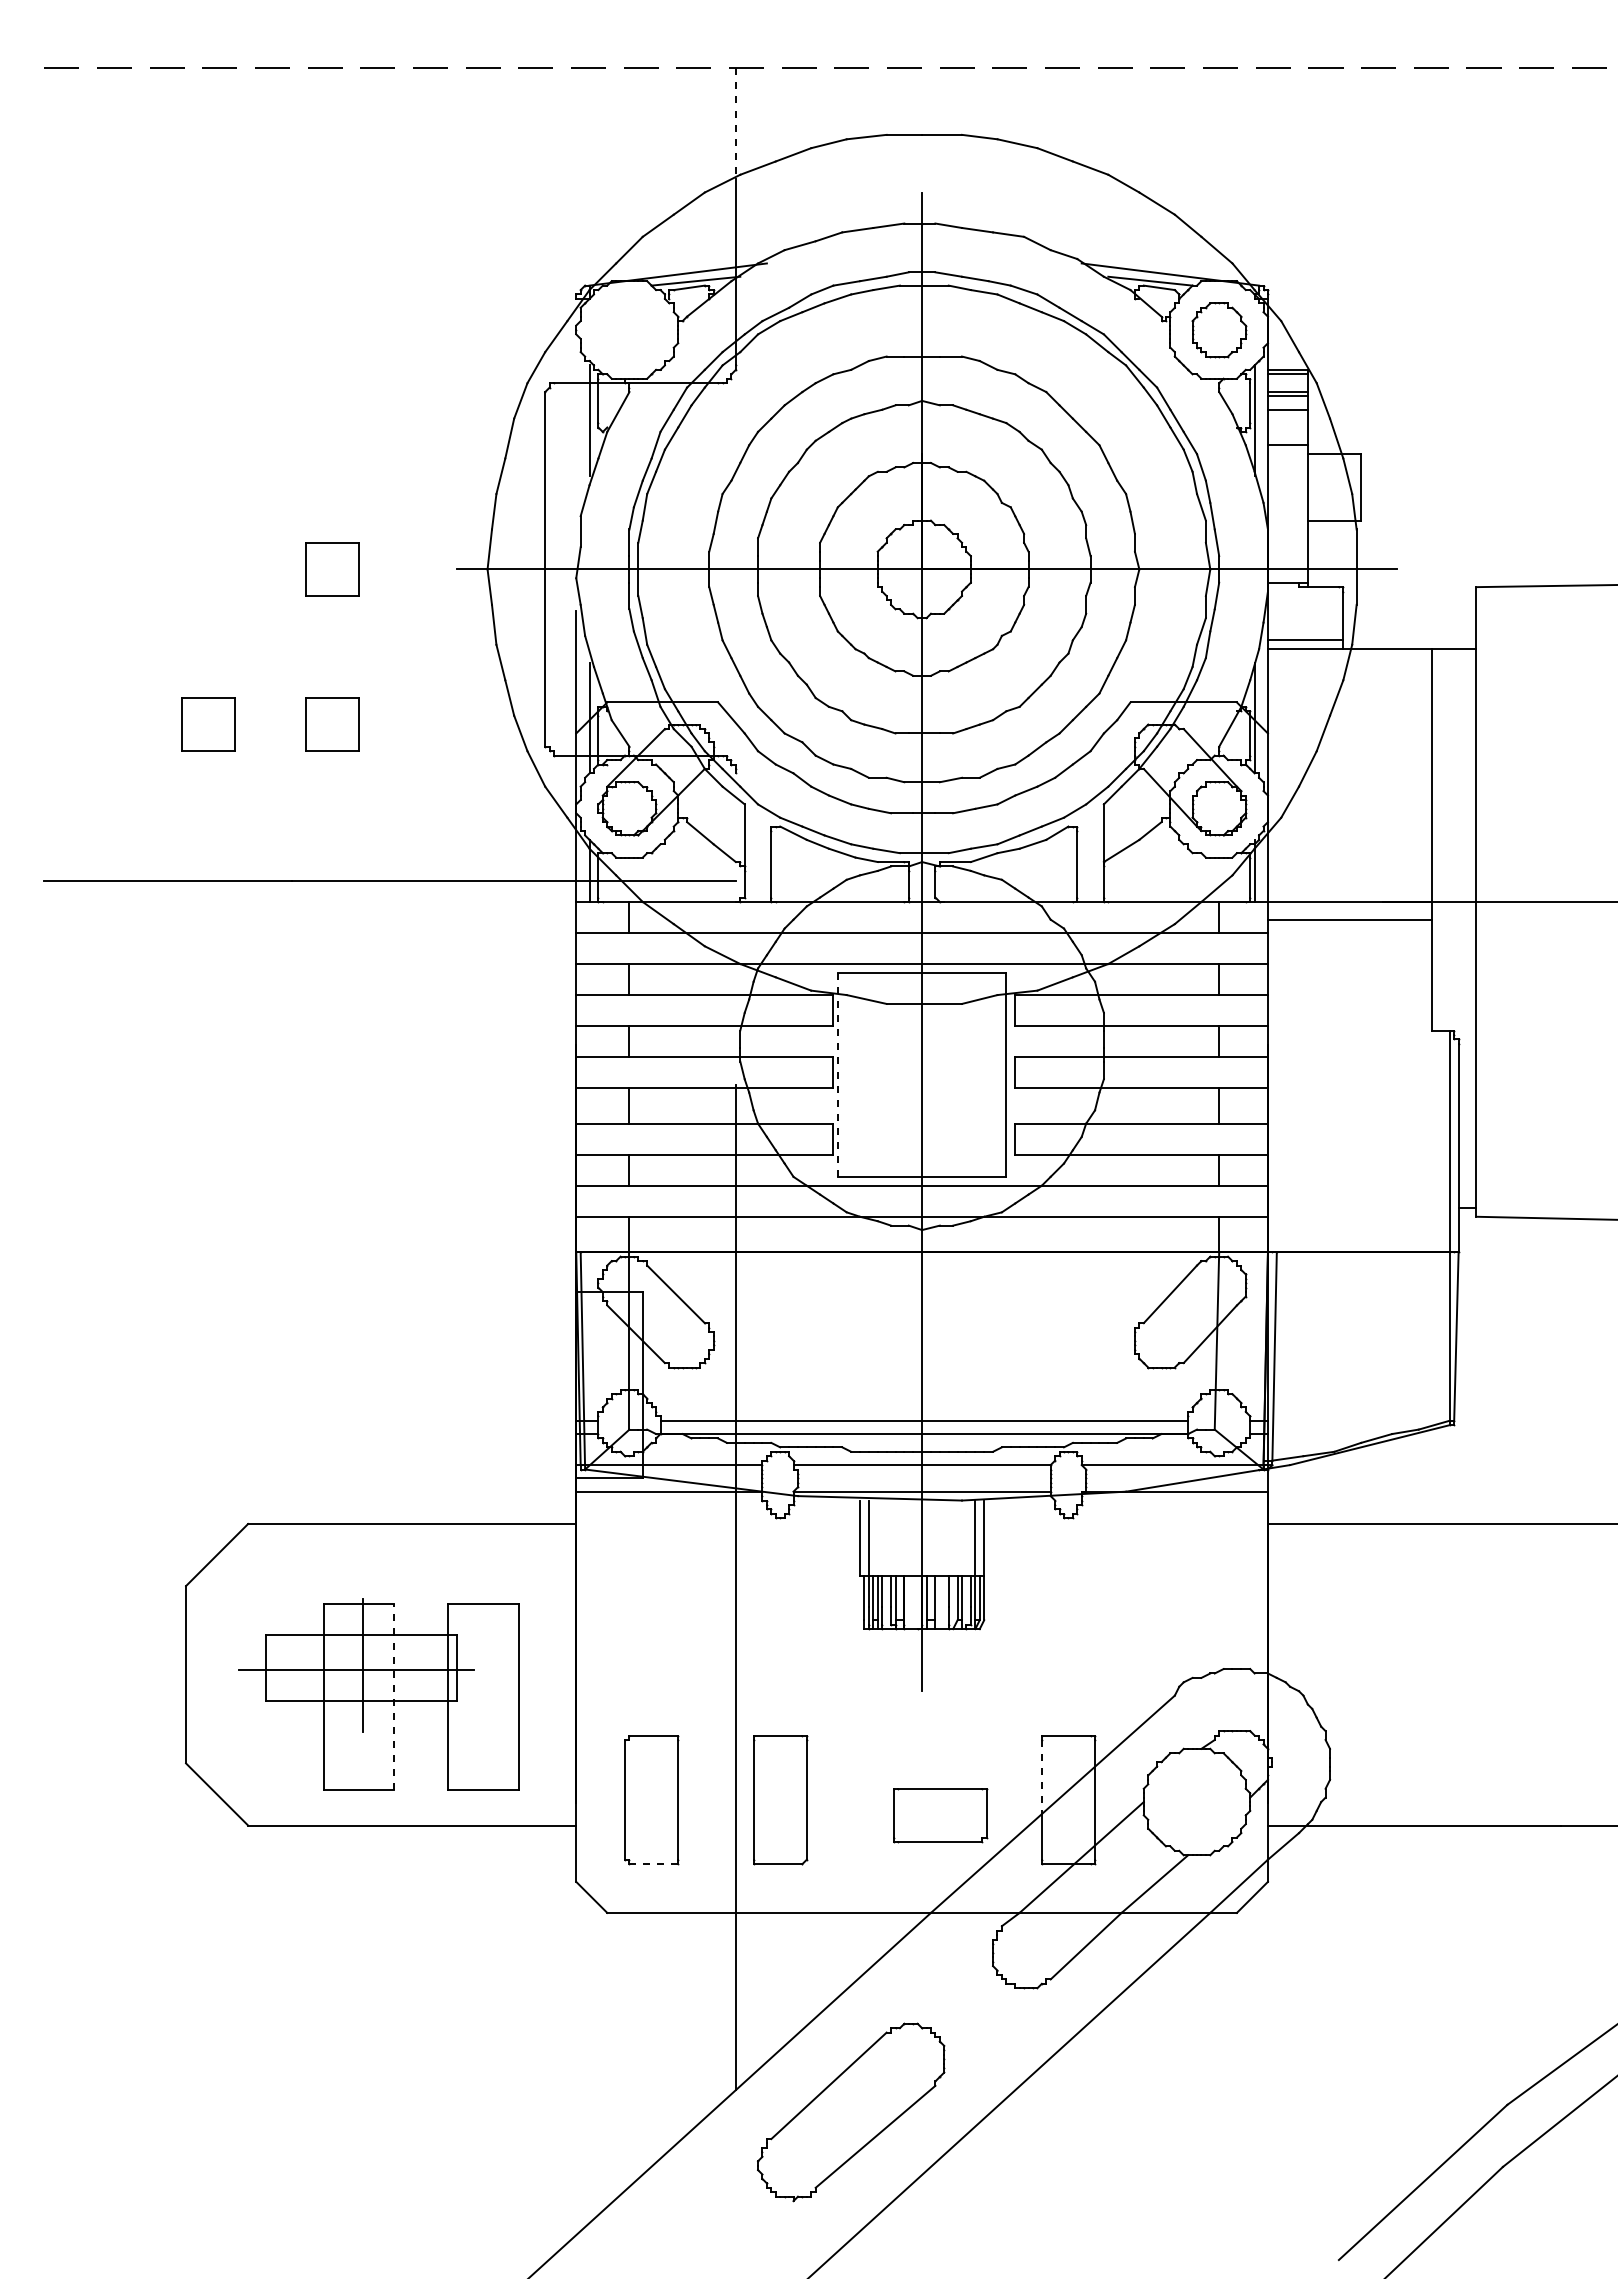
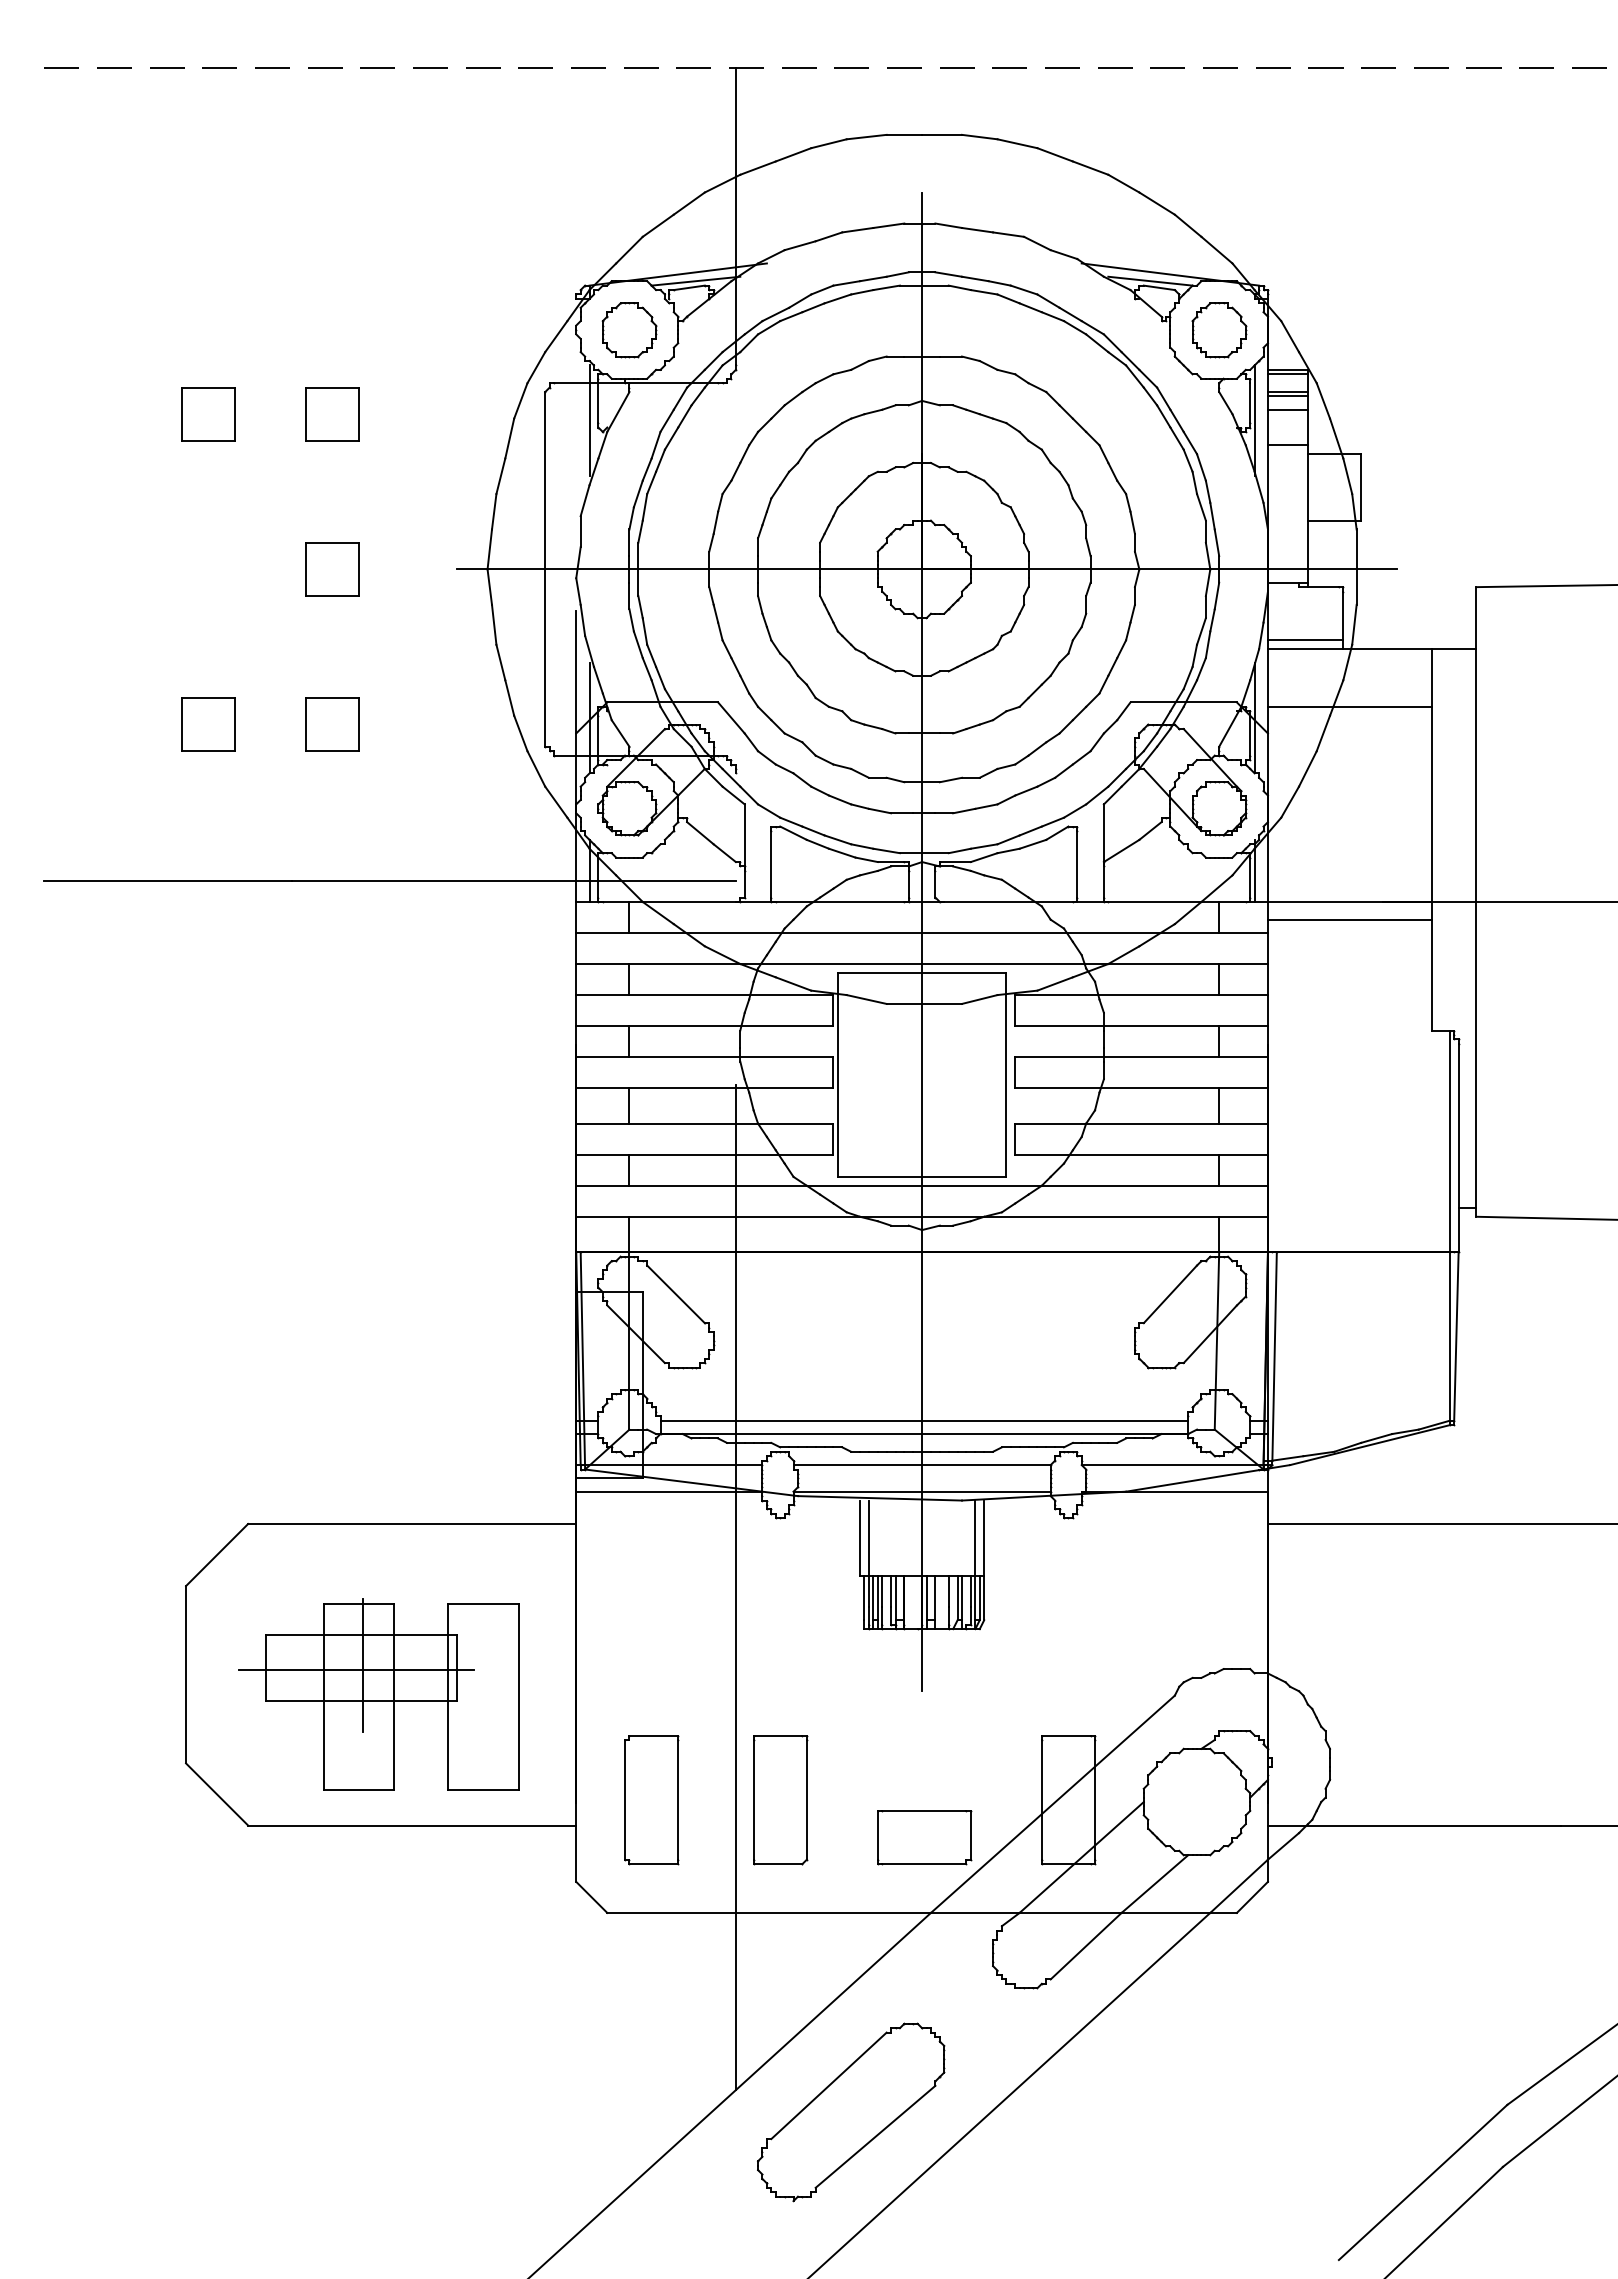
line at (735, 124): dashed -> solid
part at (629, 330): none -> present
part at (208, 414): none -> present
part at (332, 414): none -> present
line at (1349, 706): none -> present
line at (837, 1074): dashed -> solid
line at (394, 1696): dashed -> solid
line at (1041, 1777): dashed -> solid
part at (940, 1815) position: (940, 1815) -> (924, 1837)
line at (653, 1864): dashed -> solid
